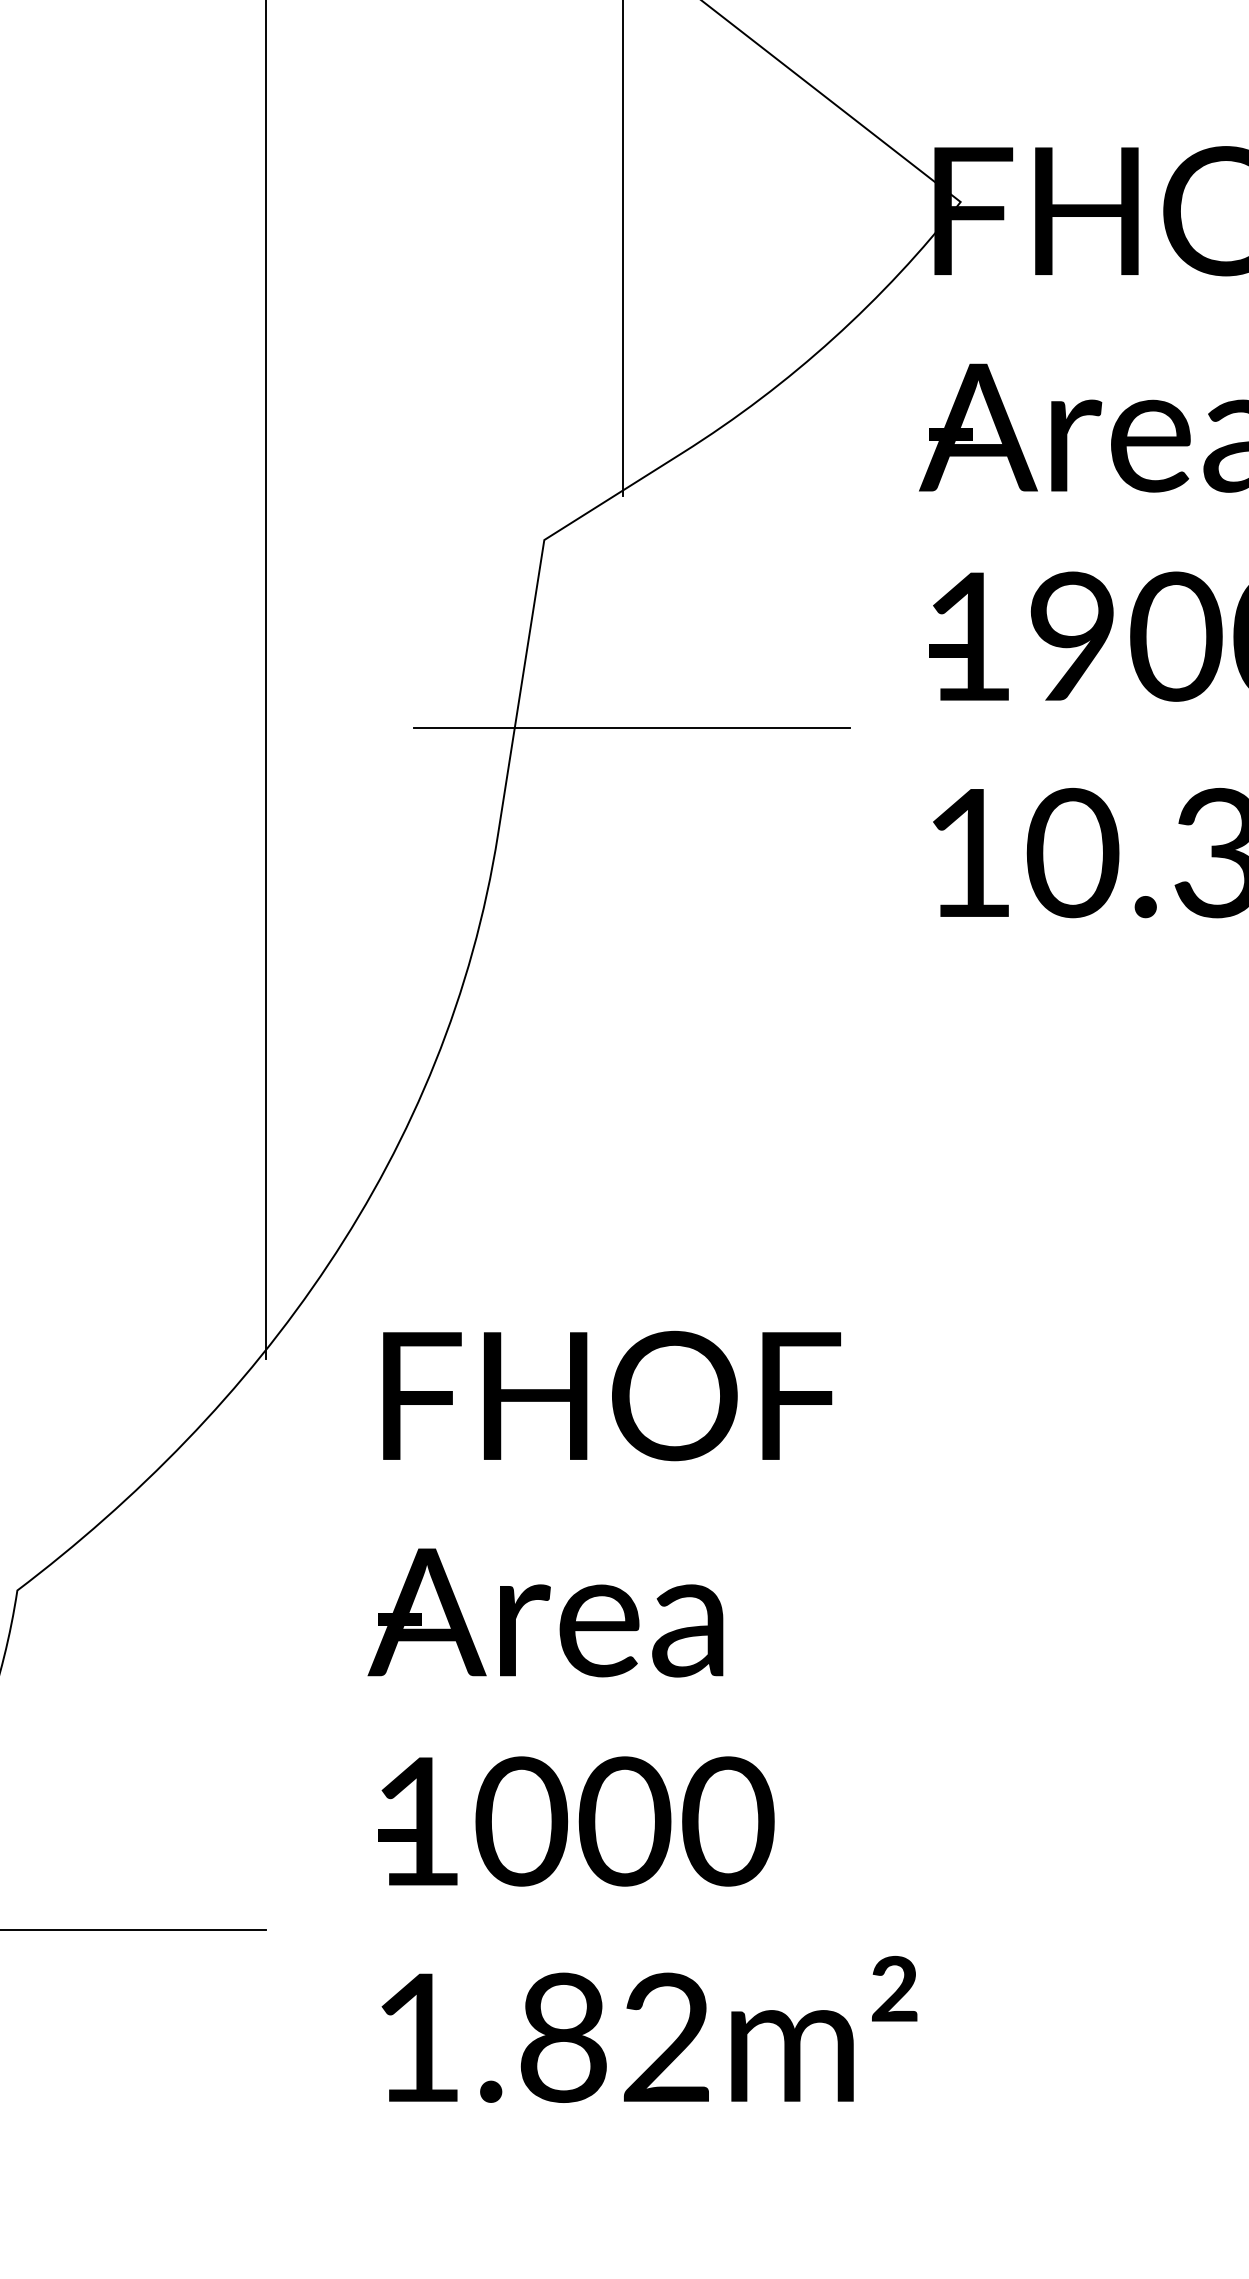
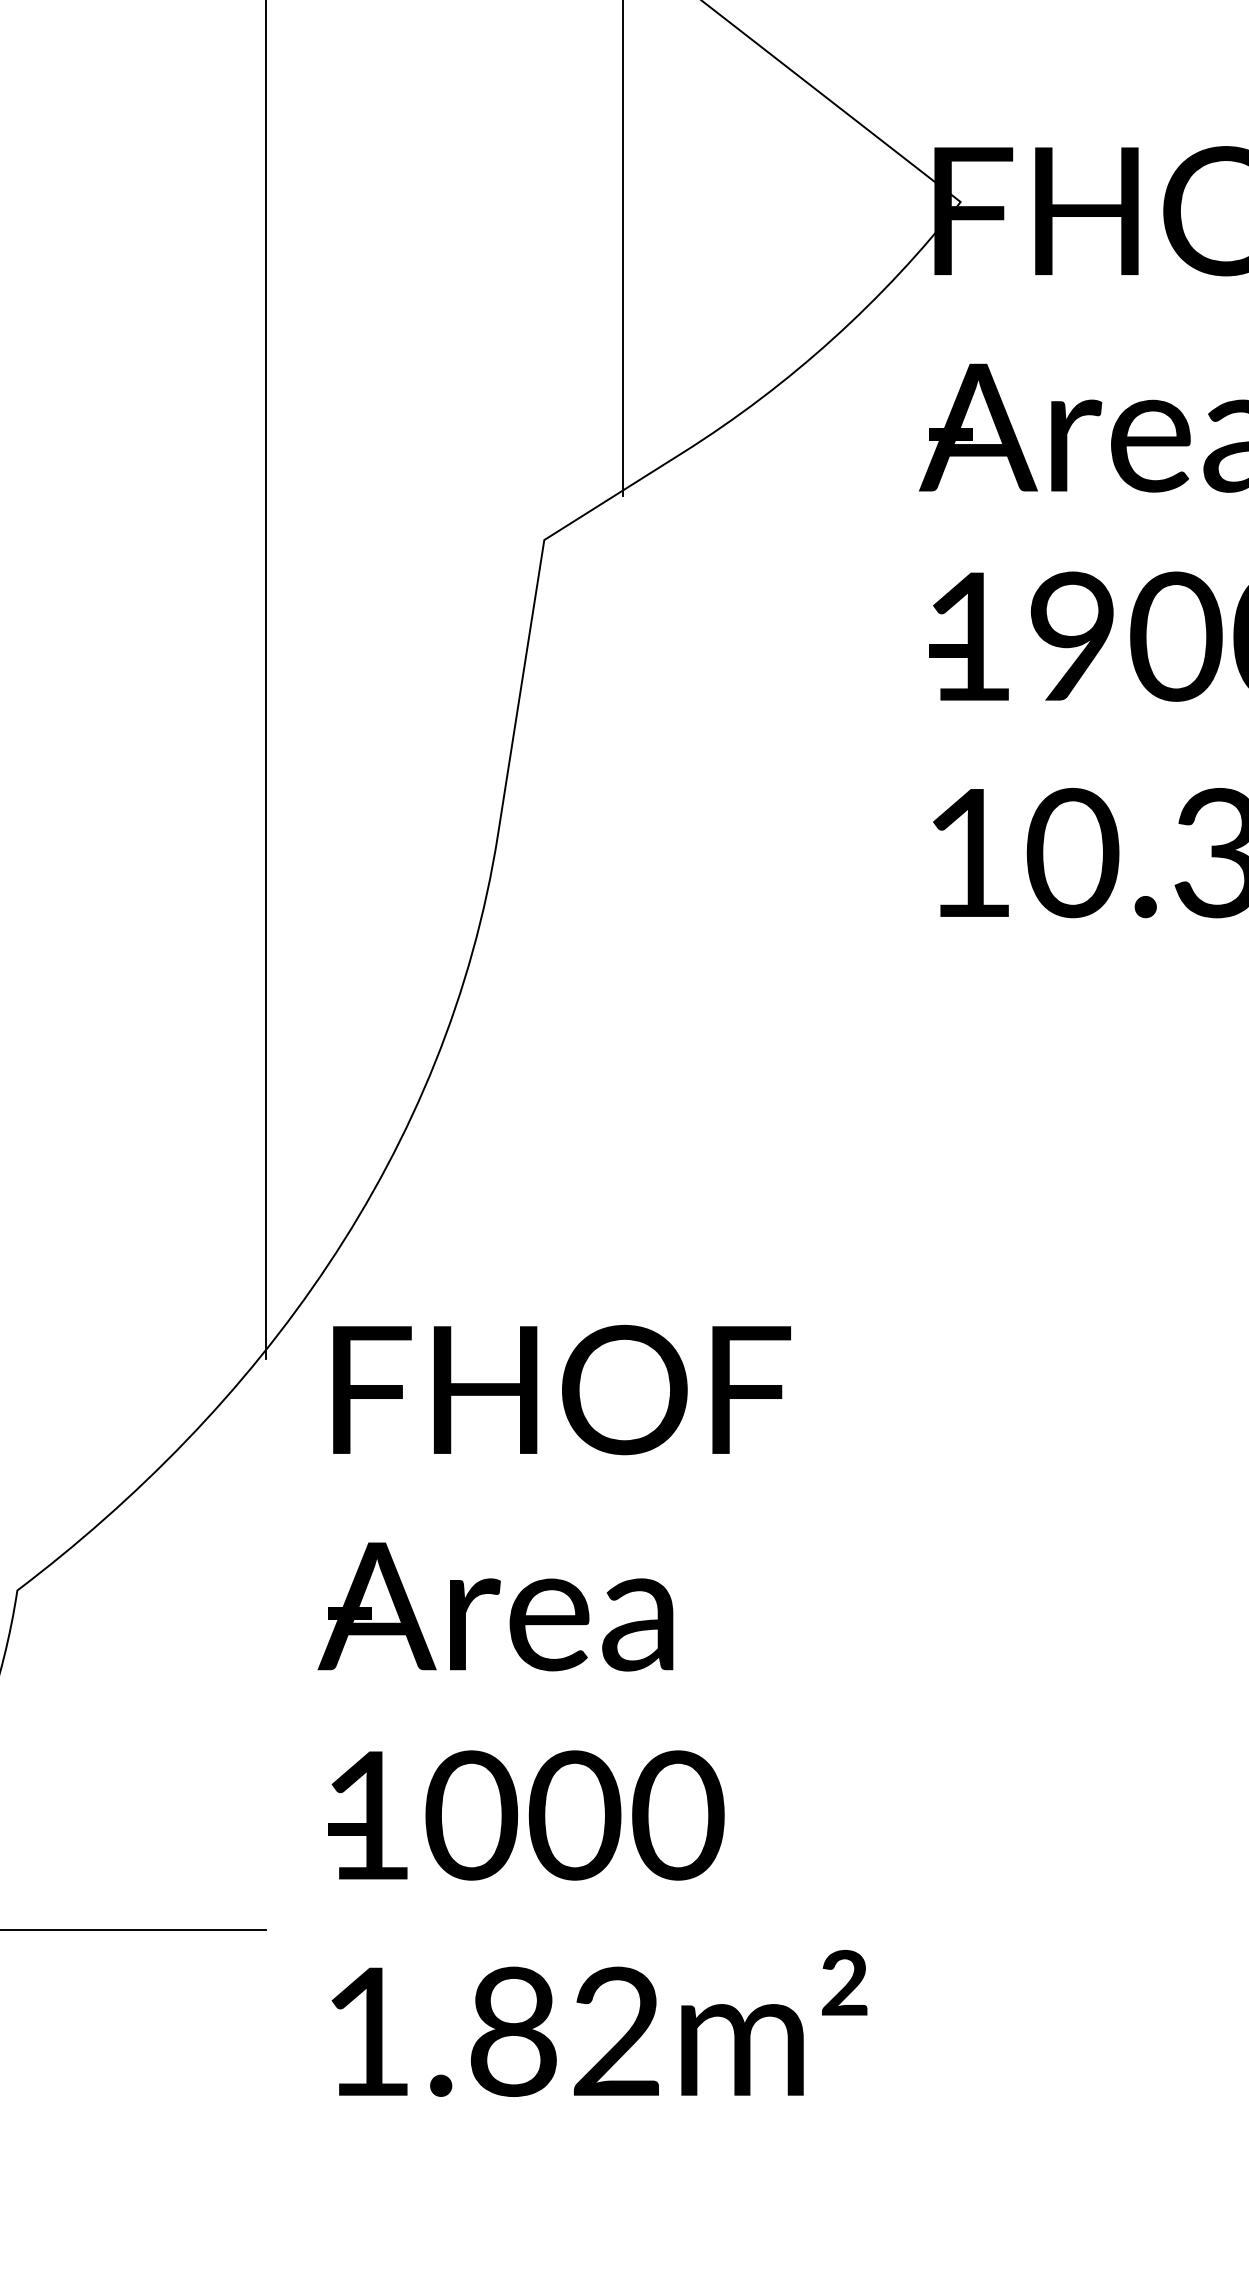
line at (632, 728): present -> none
text at (642, 1716) position: (642, 1716) -> (592, 1710)
